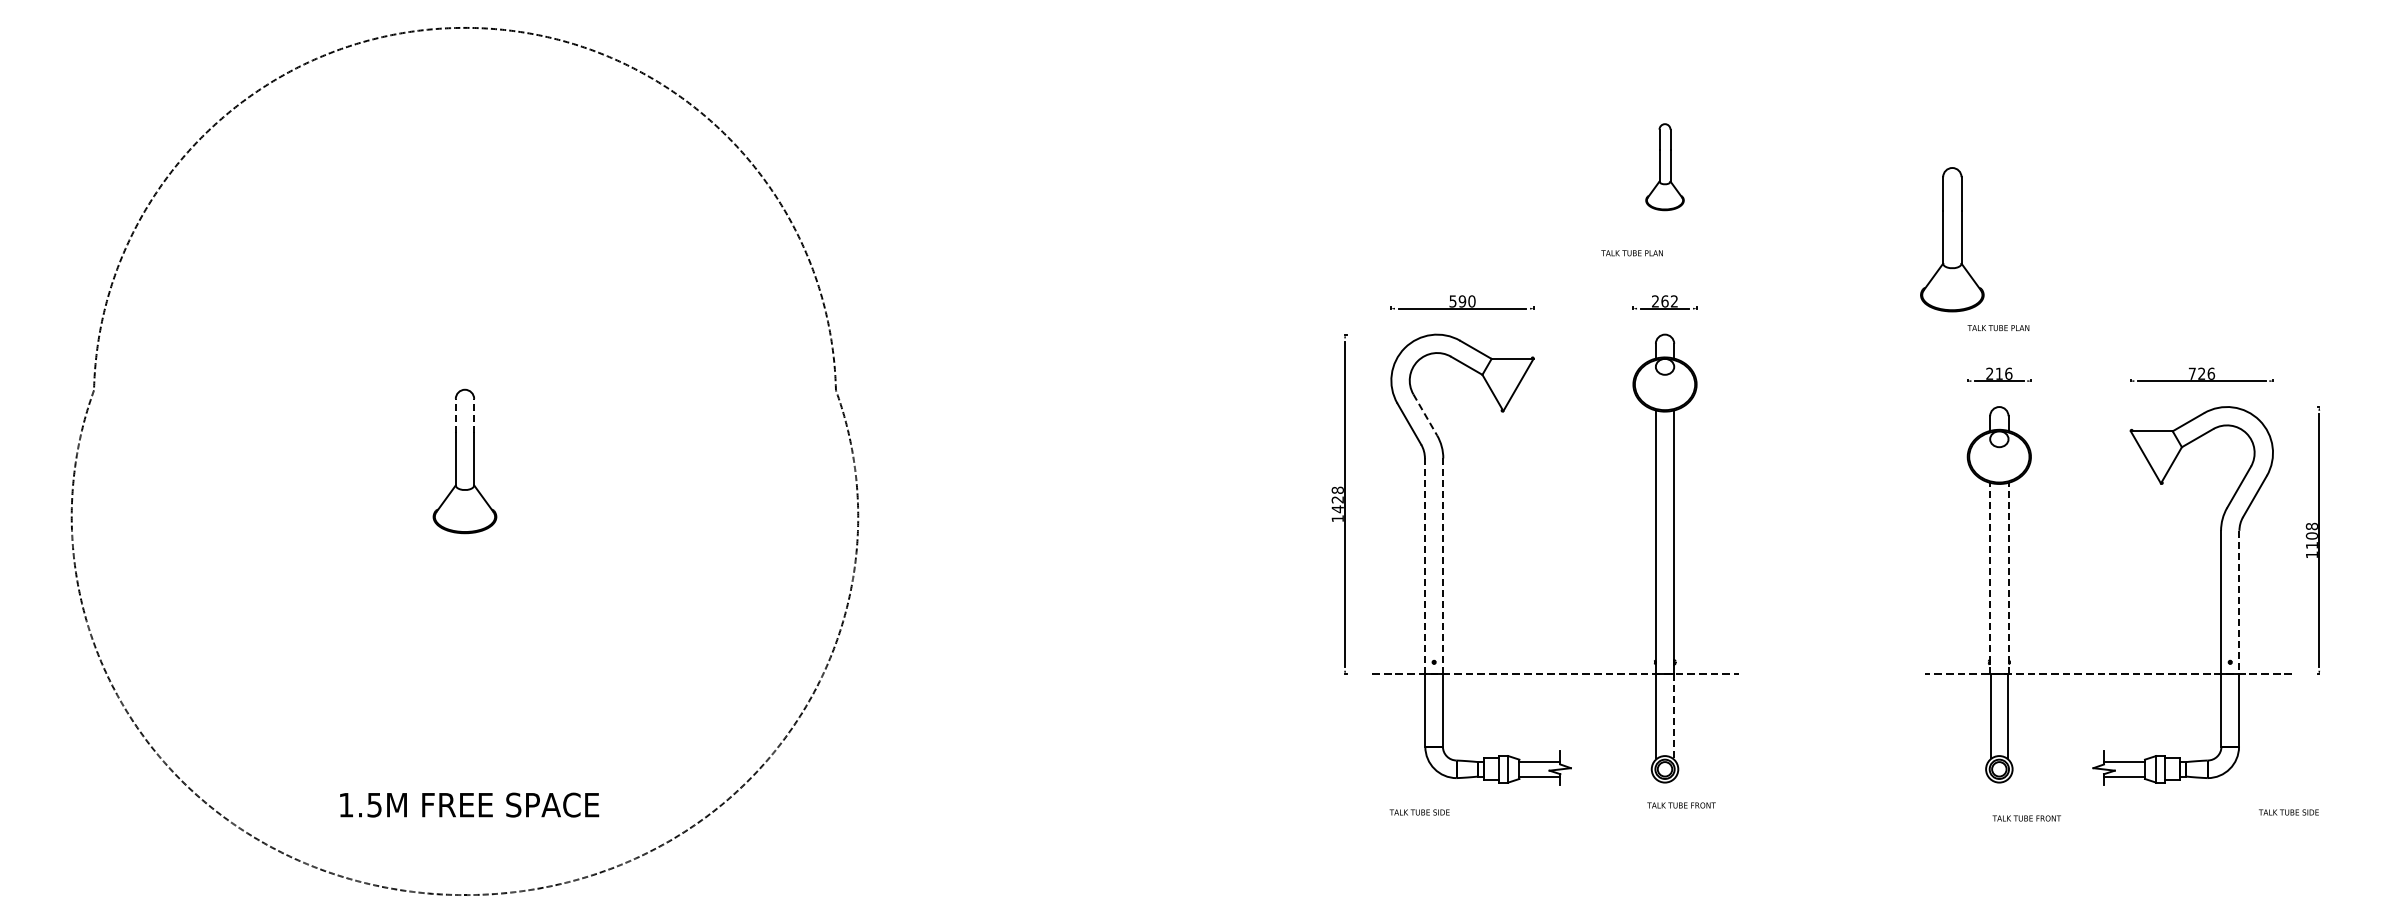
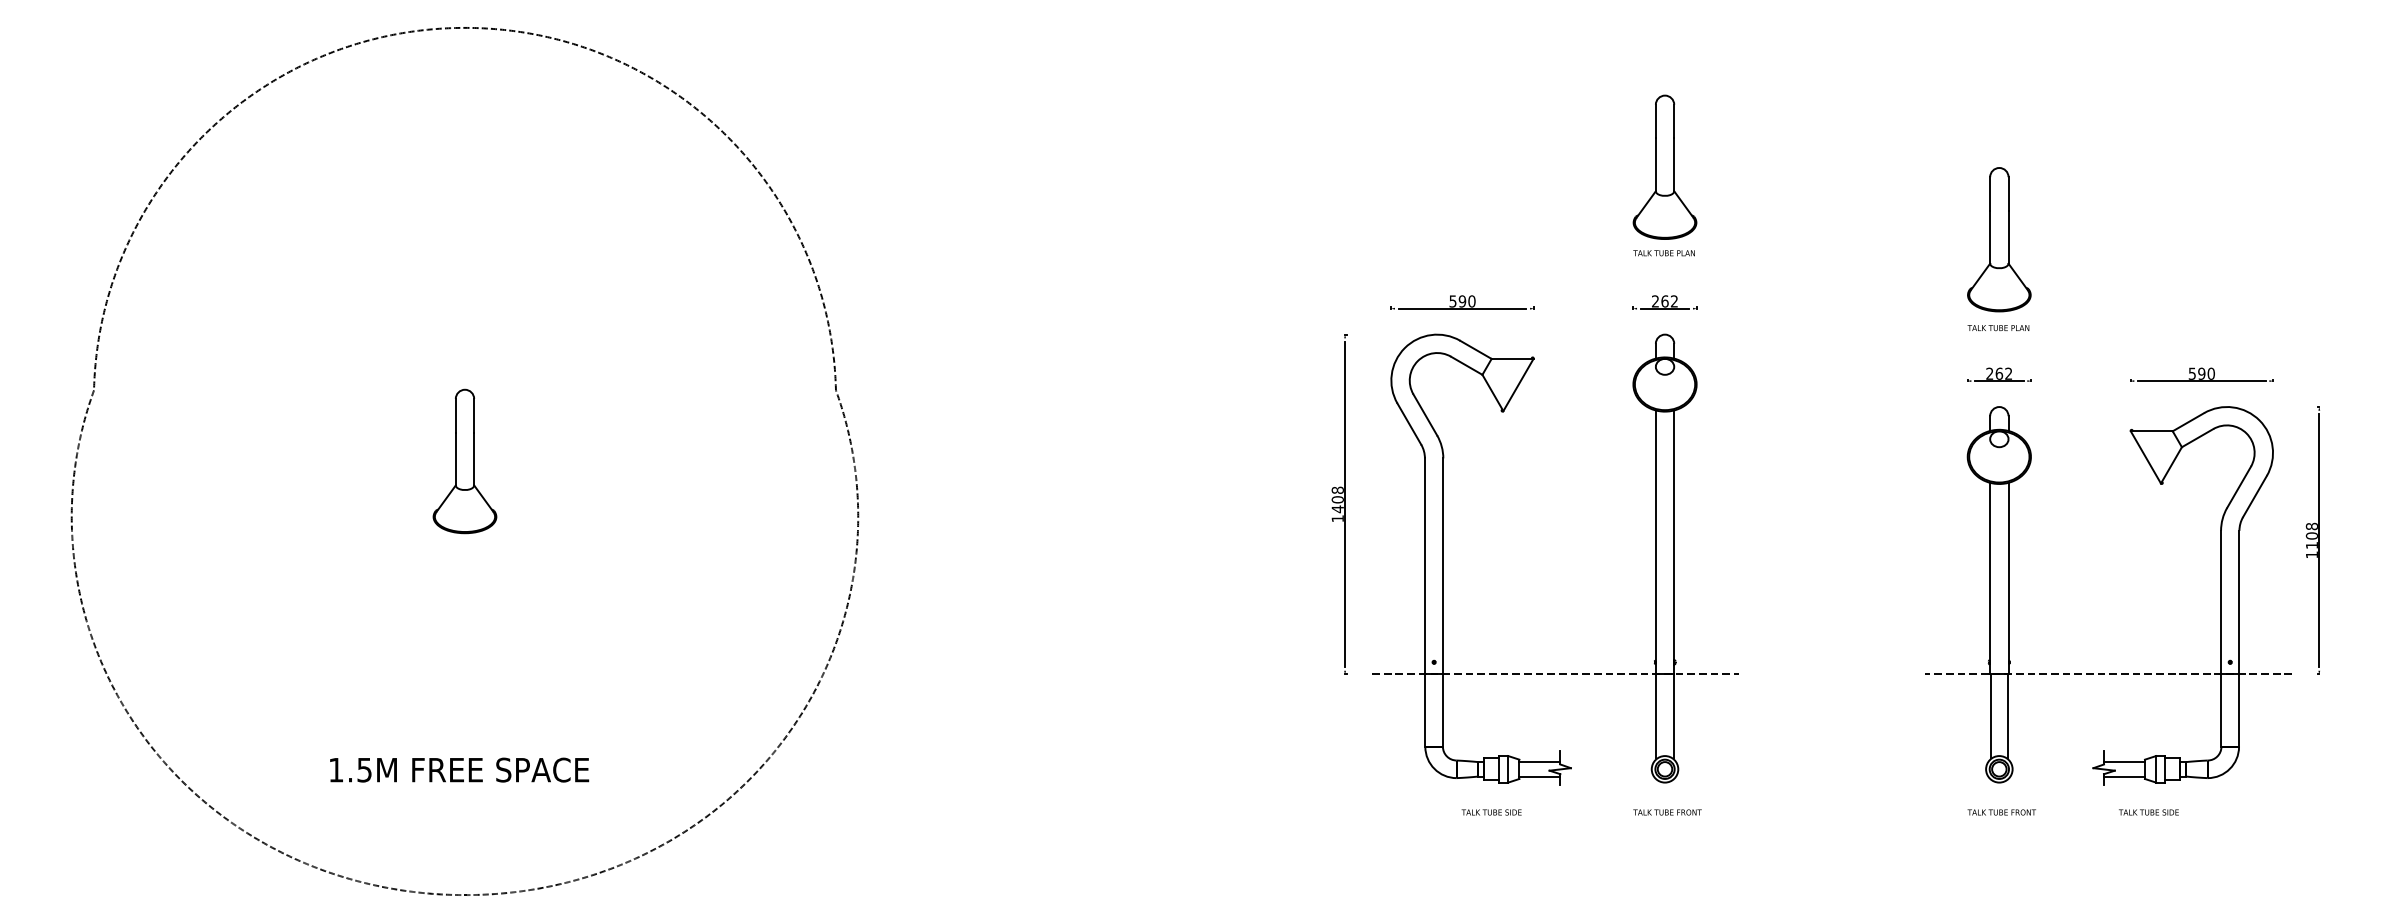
part at (1664, 167) size: 40x89 px -> 66x146 px
part at (1952, 239) position: (1952, 239) -> (1999, 239)
text at (1631, 253) position: (1631, 253) -> (1663, 253)
text at (2003, 373): 216 -> 262
text at (2201, 373): 726 -> 590
line at (1425, 414): dashed -> solid
line at (455, 415): dashed -> solid
line at (474, 415): dashed -> solid
text at (1337, 499): 1428 -> 1408
line at (1424, 566): dashed -> solid
line at (1443, 566): dashed -> solid
line at (1990, 578): dashed -> solid
line at (2008, 578): dashed -> solid
line at (2239, 602): dashed -> solid
line at (1673, 716): dashed -> solid
text at (469, 804) position: (469, 804) -> (459, 769)
text at (1681, 805) position: (1681, 805) -> (1667, 812)
text at (1419, 812) position: (1419, 812) -> (1491, 812)
text at (2288, 812) position: (2288, 812) -> (2148, 812)
text at (2026, 818) position: (2026, 818) -> (2001, 812)
